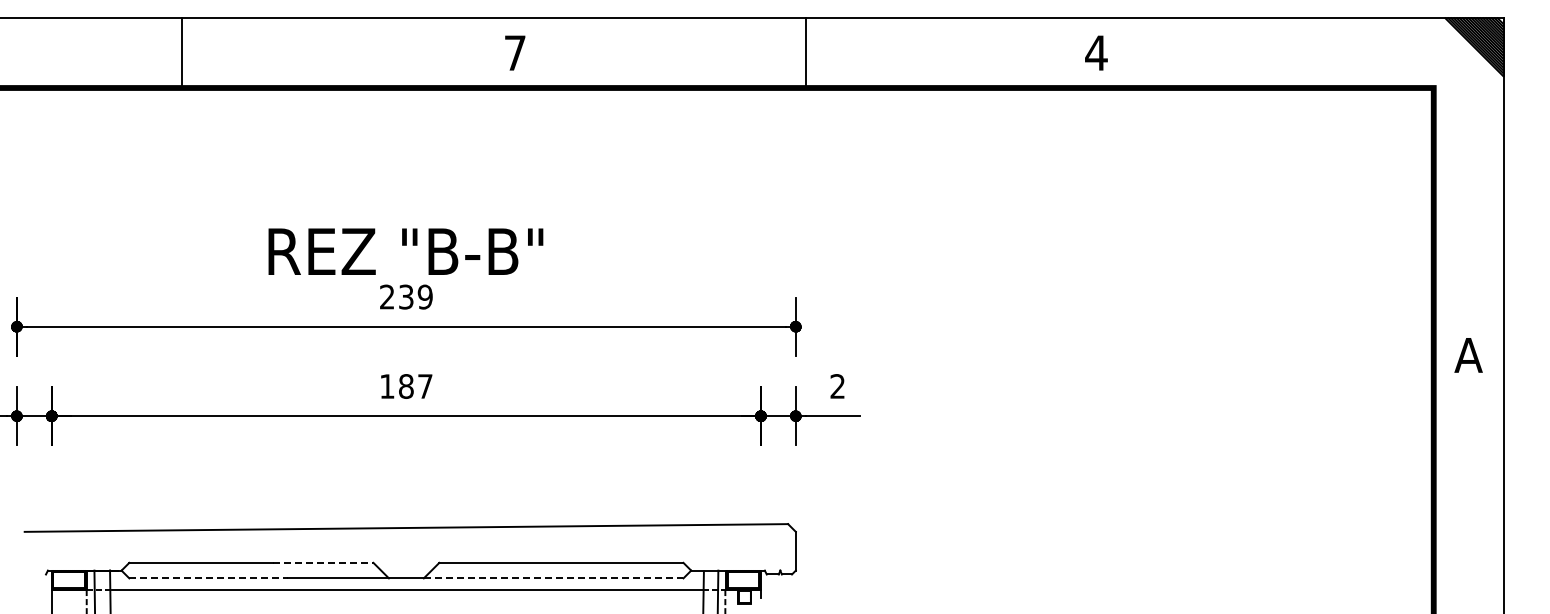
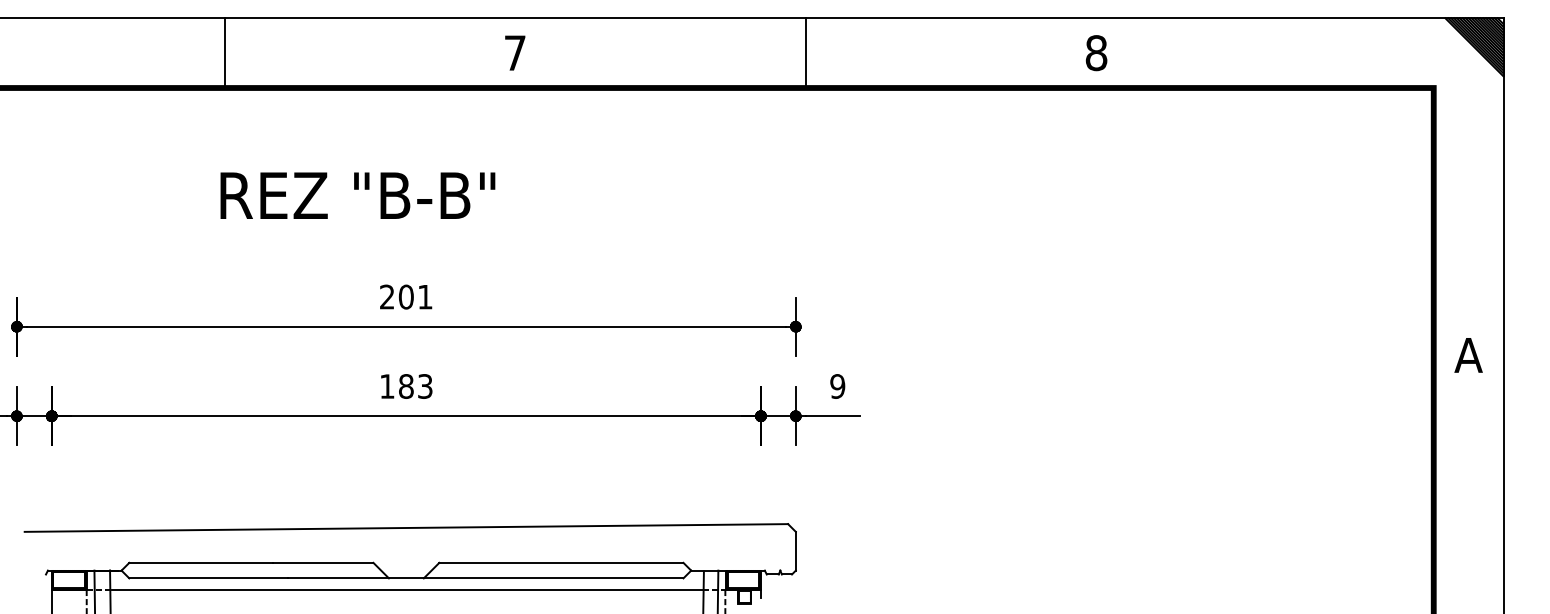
line at (181, 53) position: (181, 53) -> (224, 53)
text at (1096, 53): 4 -> 8
text at (405, 251) position: (405, 251) -> (357, 195)
text at (415, 296): 239 -> 201
text at (425, 386): 187 -> 183
text at (837, 386): 2 -> 9
line at (323, 562): dashed -> solid
line at (209, 578): dashed -> solid
line at (553, 578): dashed -> solid
